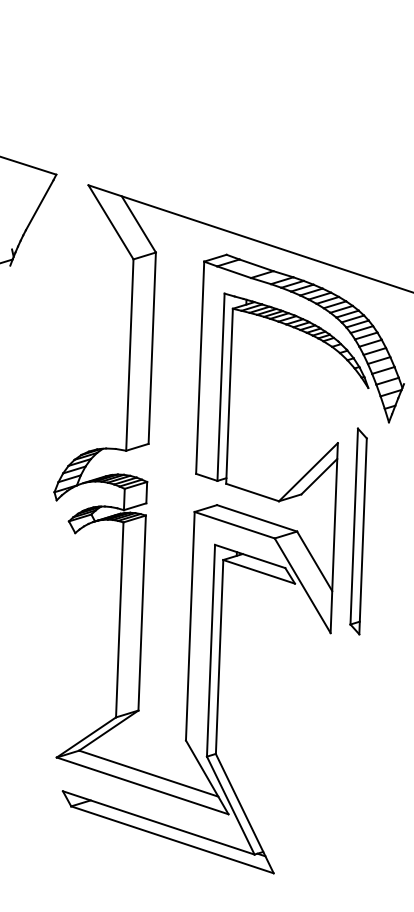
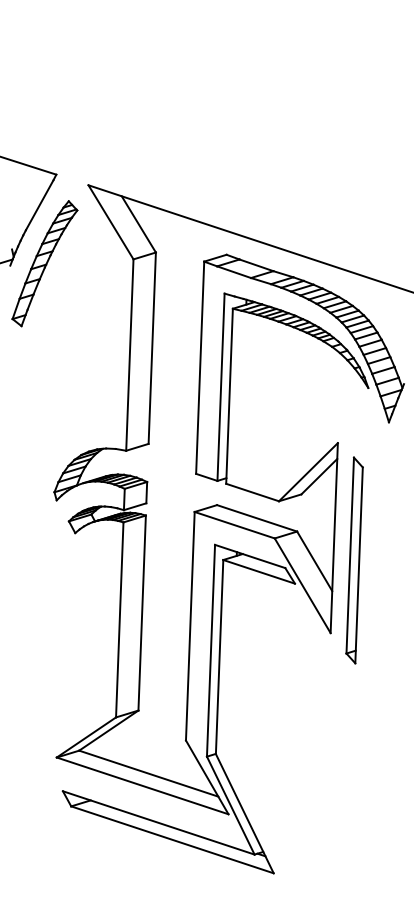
part at (44, 263): none -> present
part at (358, 531) position: (358, 531) -> (354, 560)
